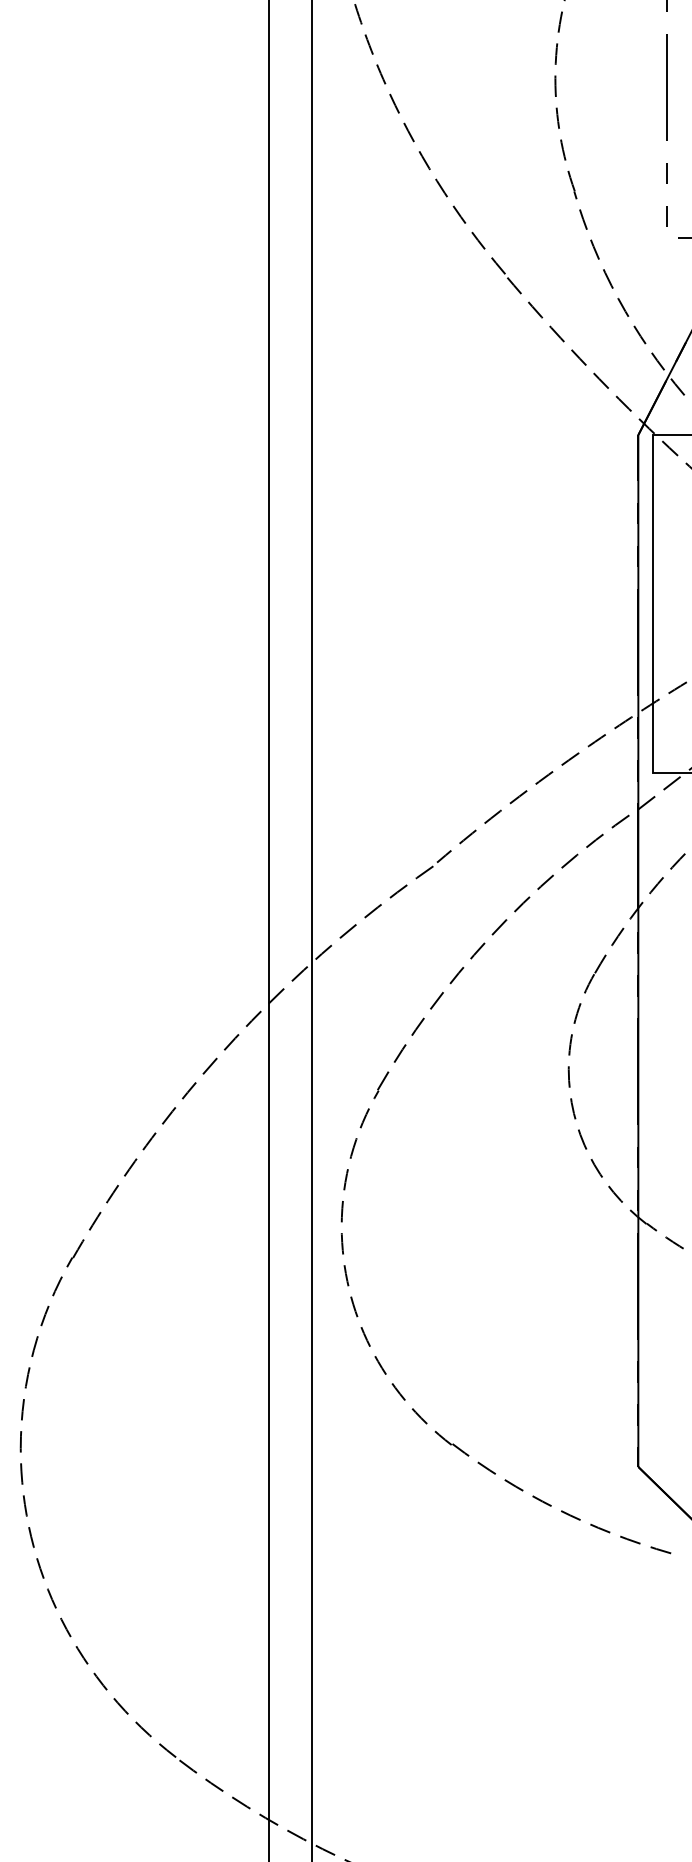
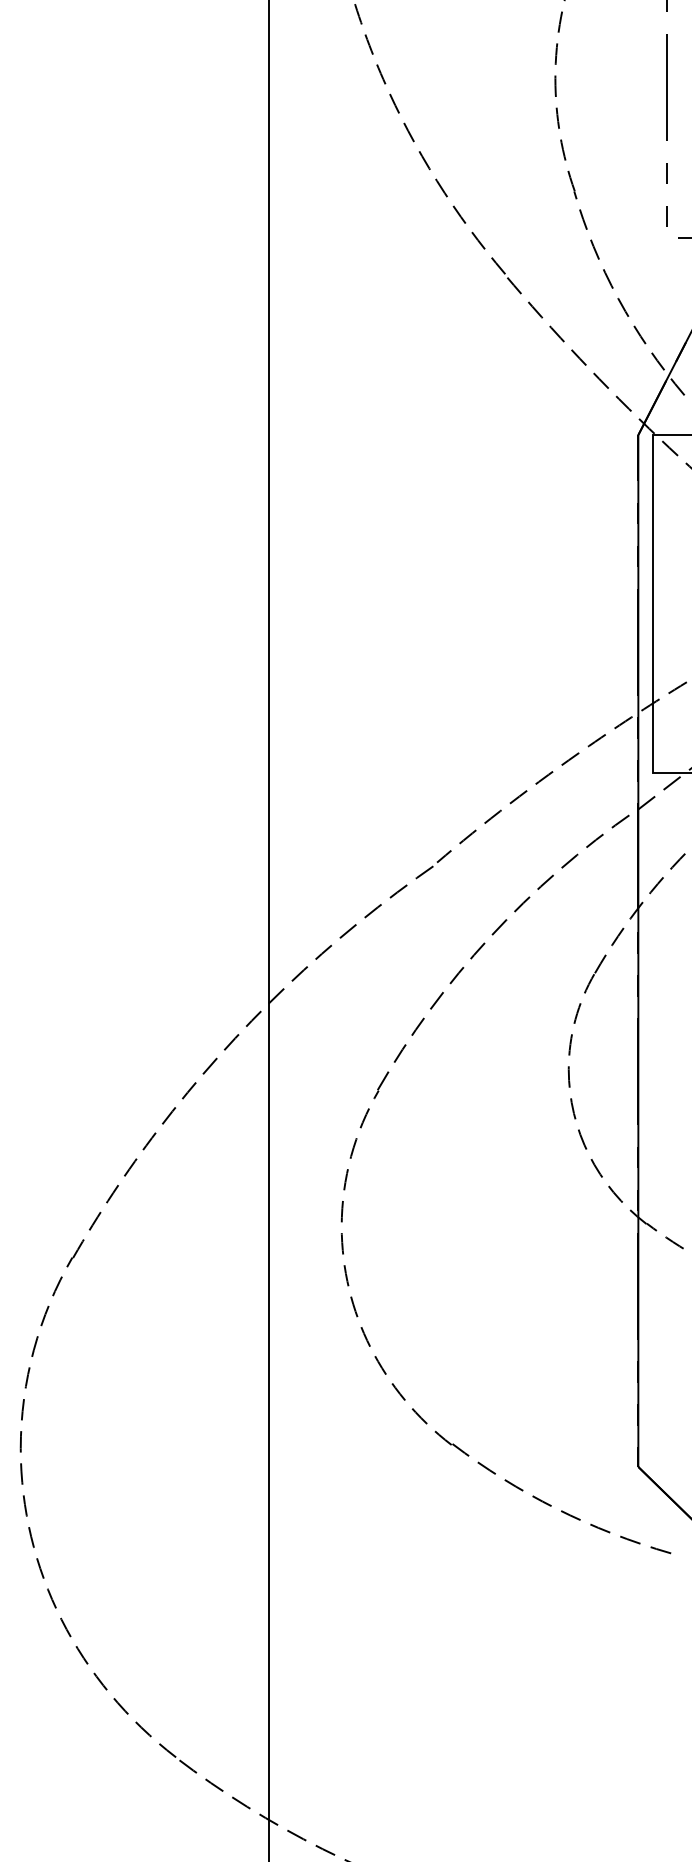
line at (311, 930): present -> none
